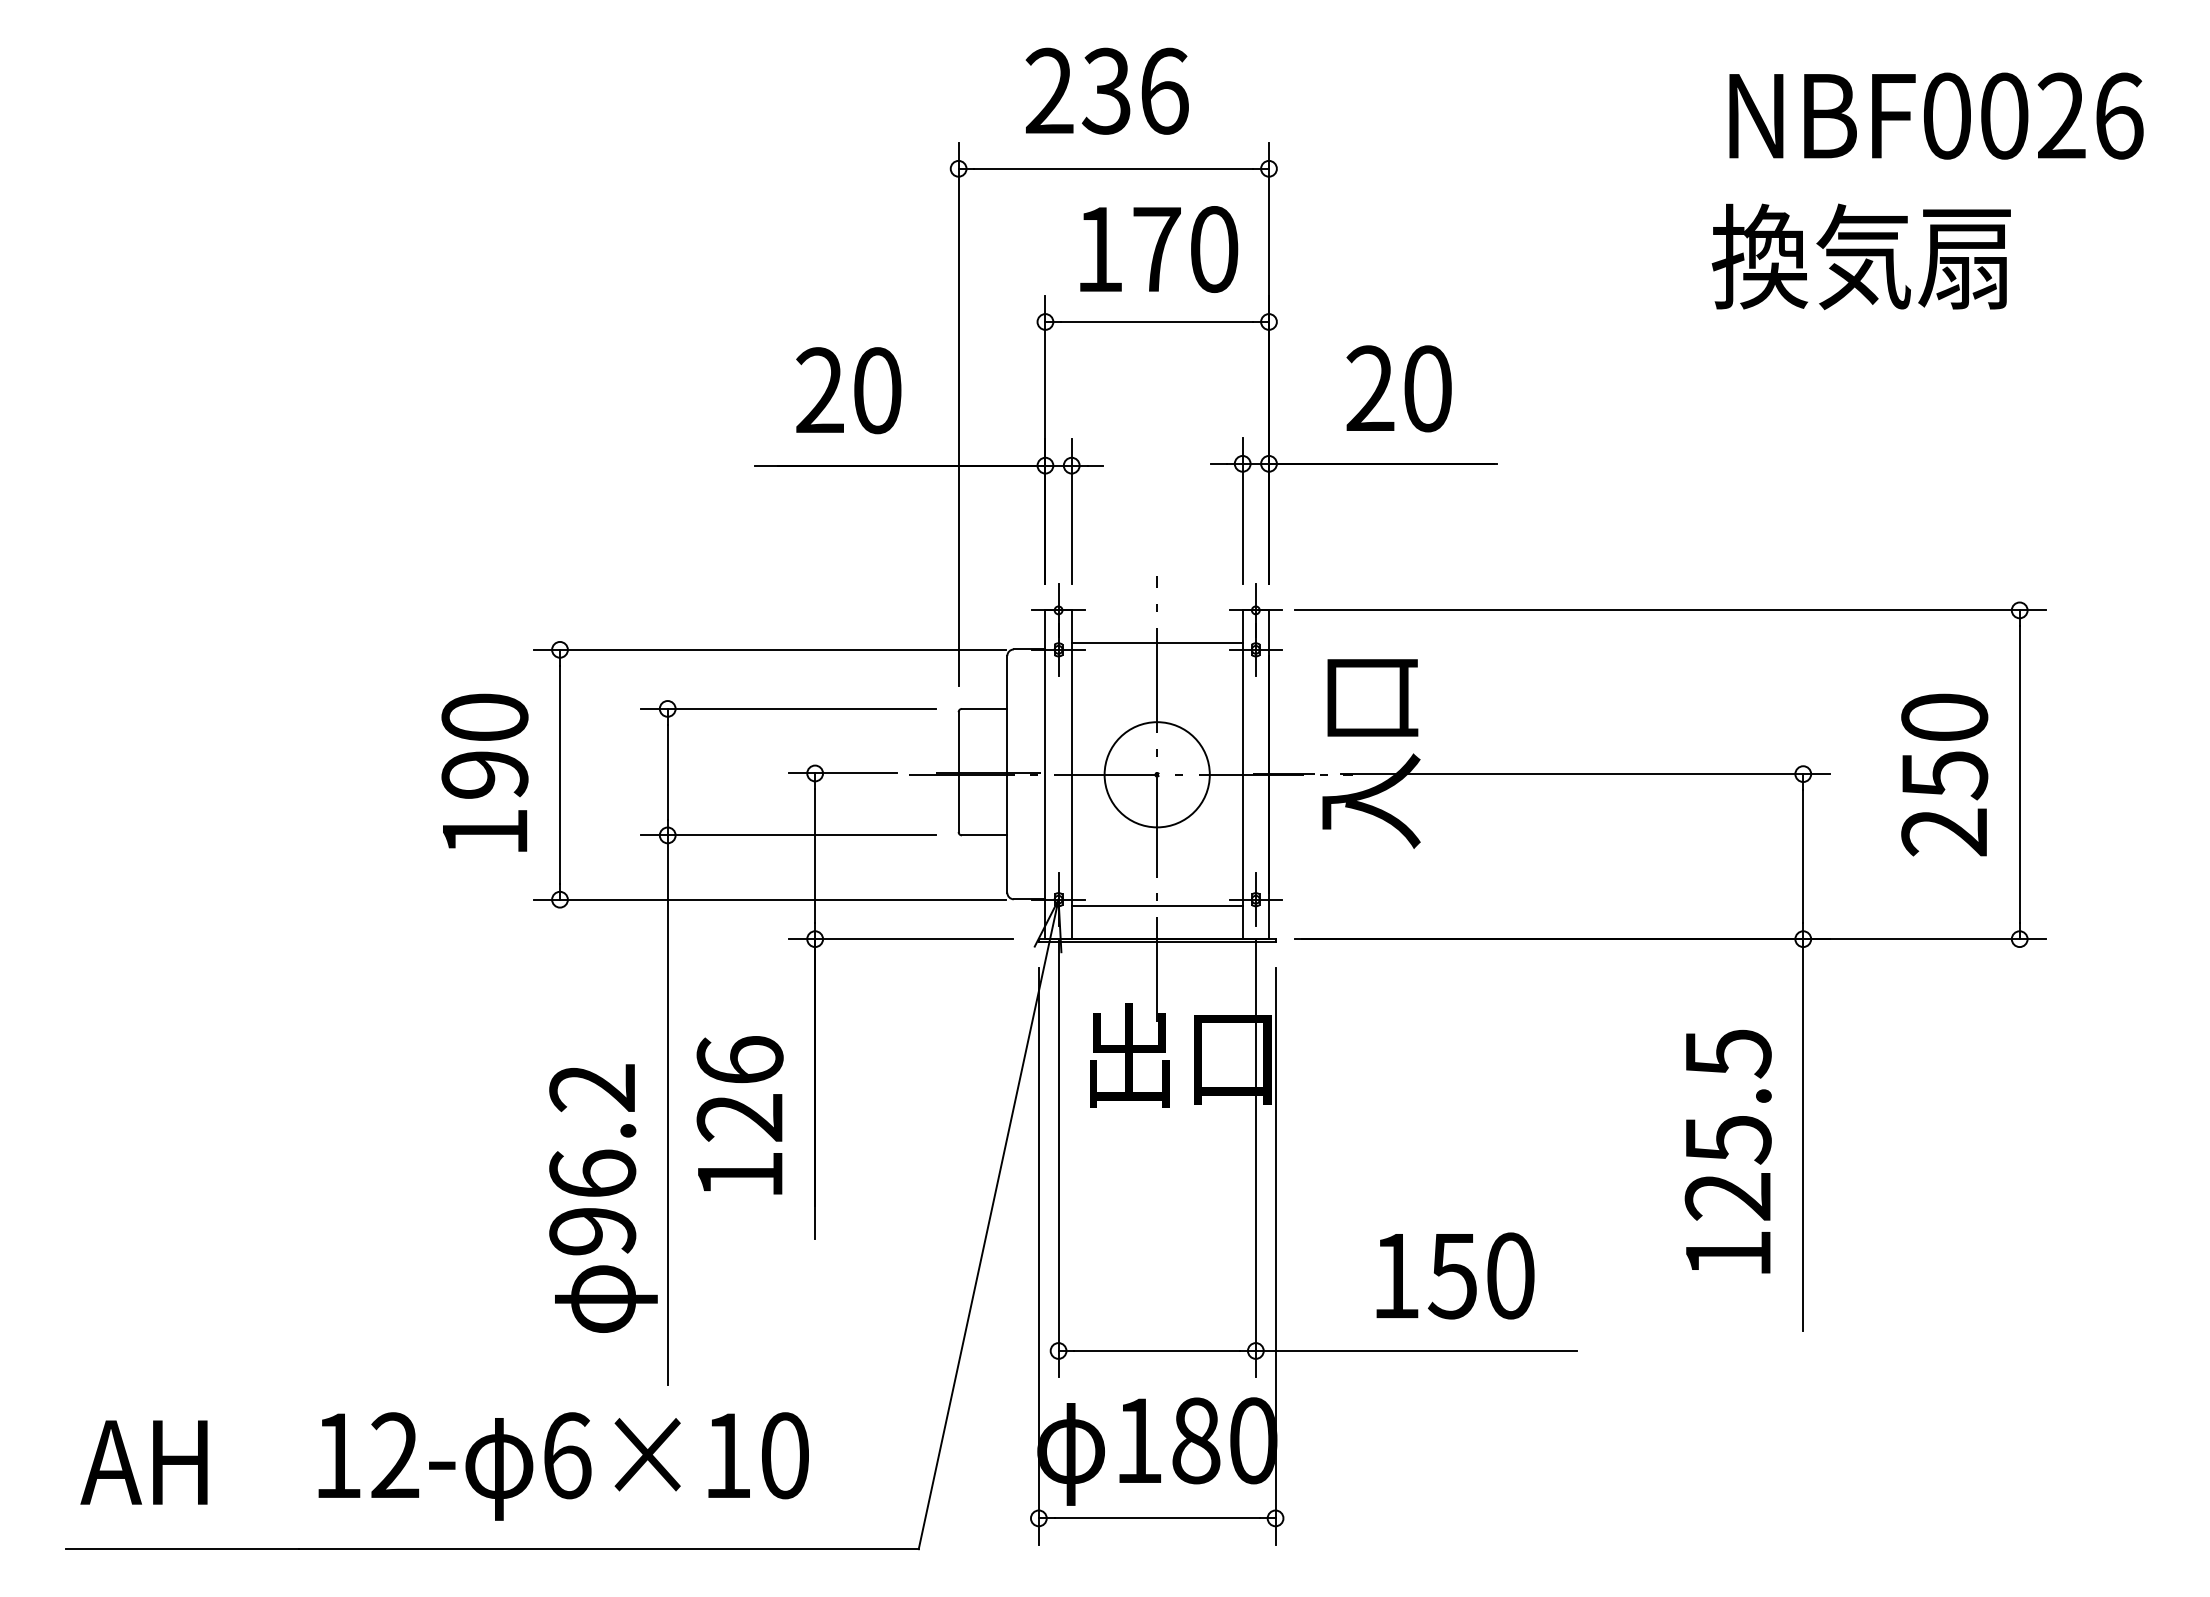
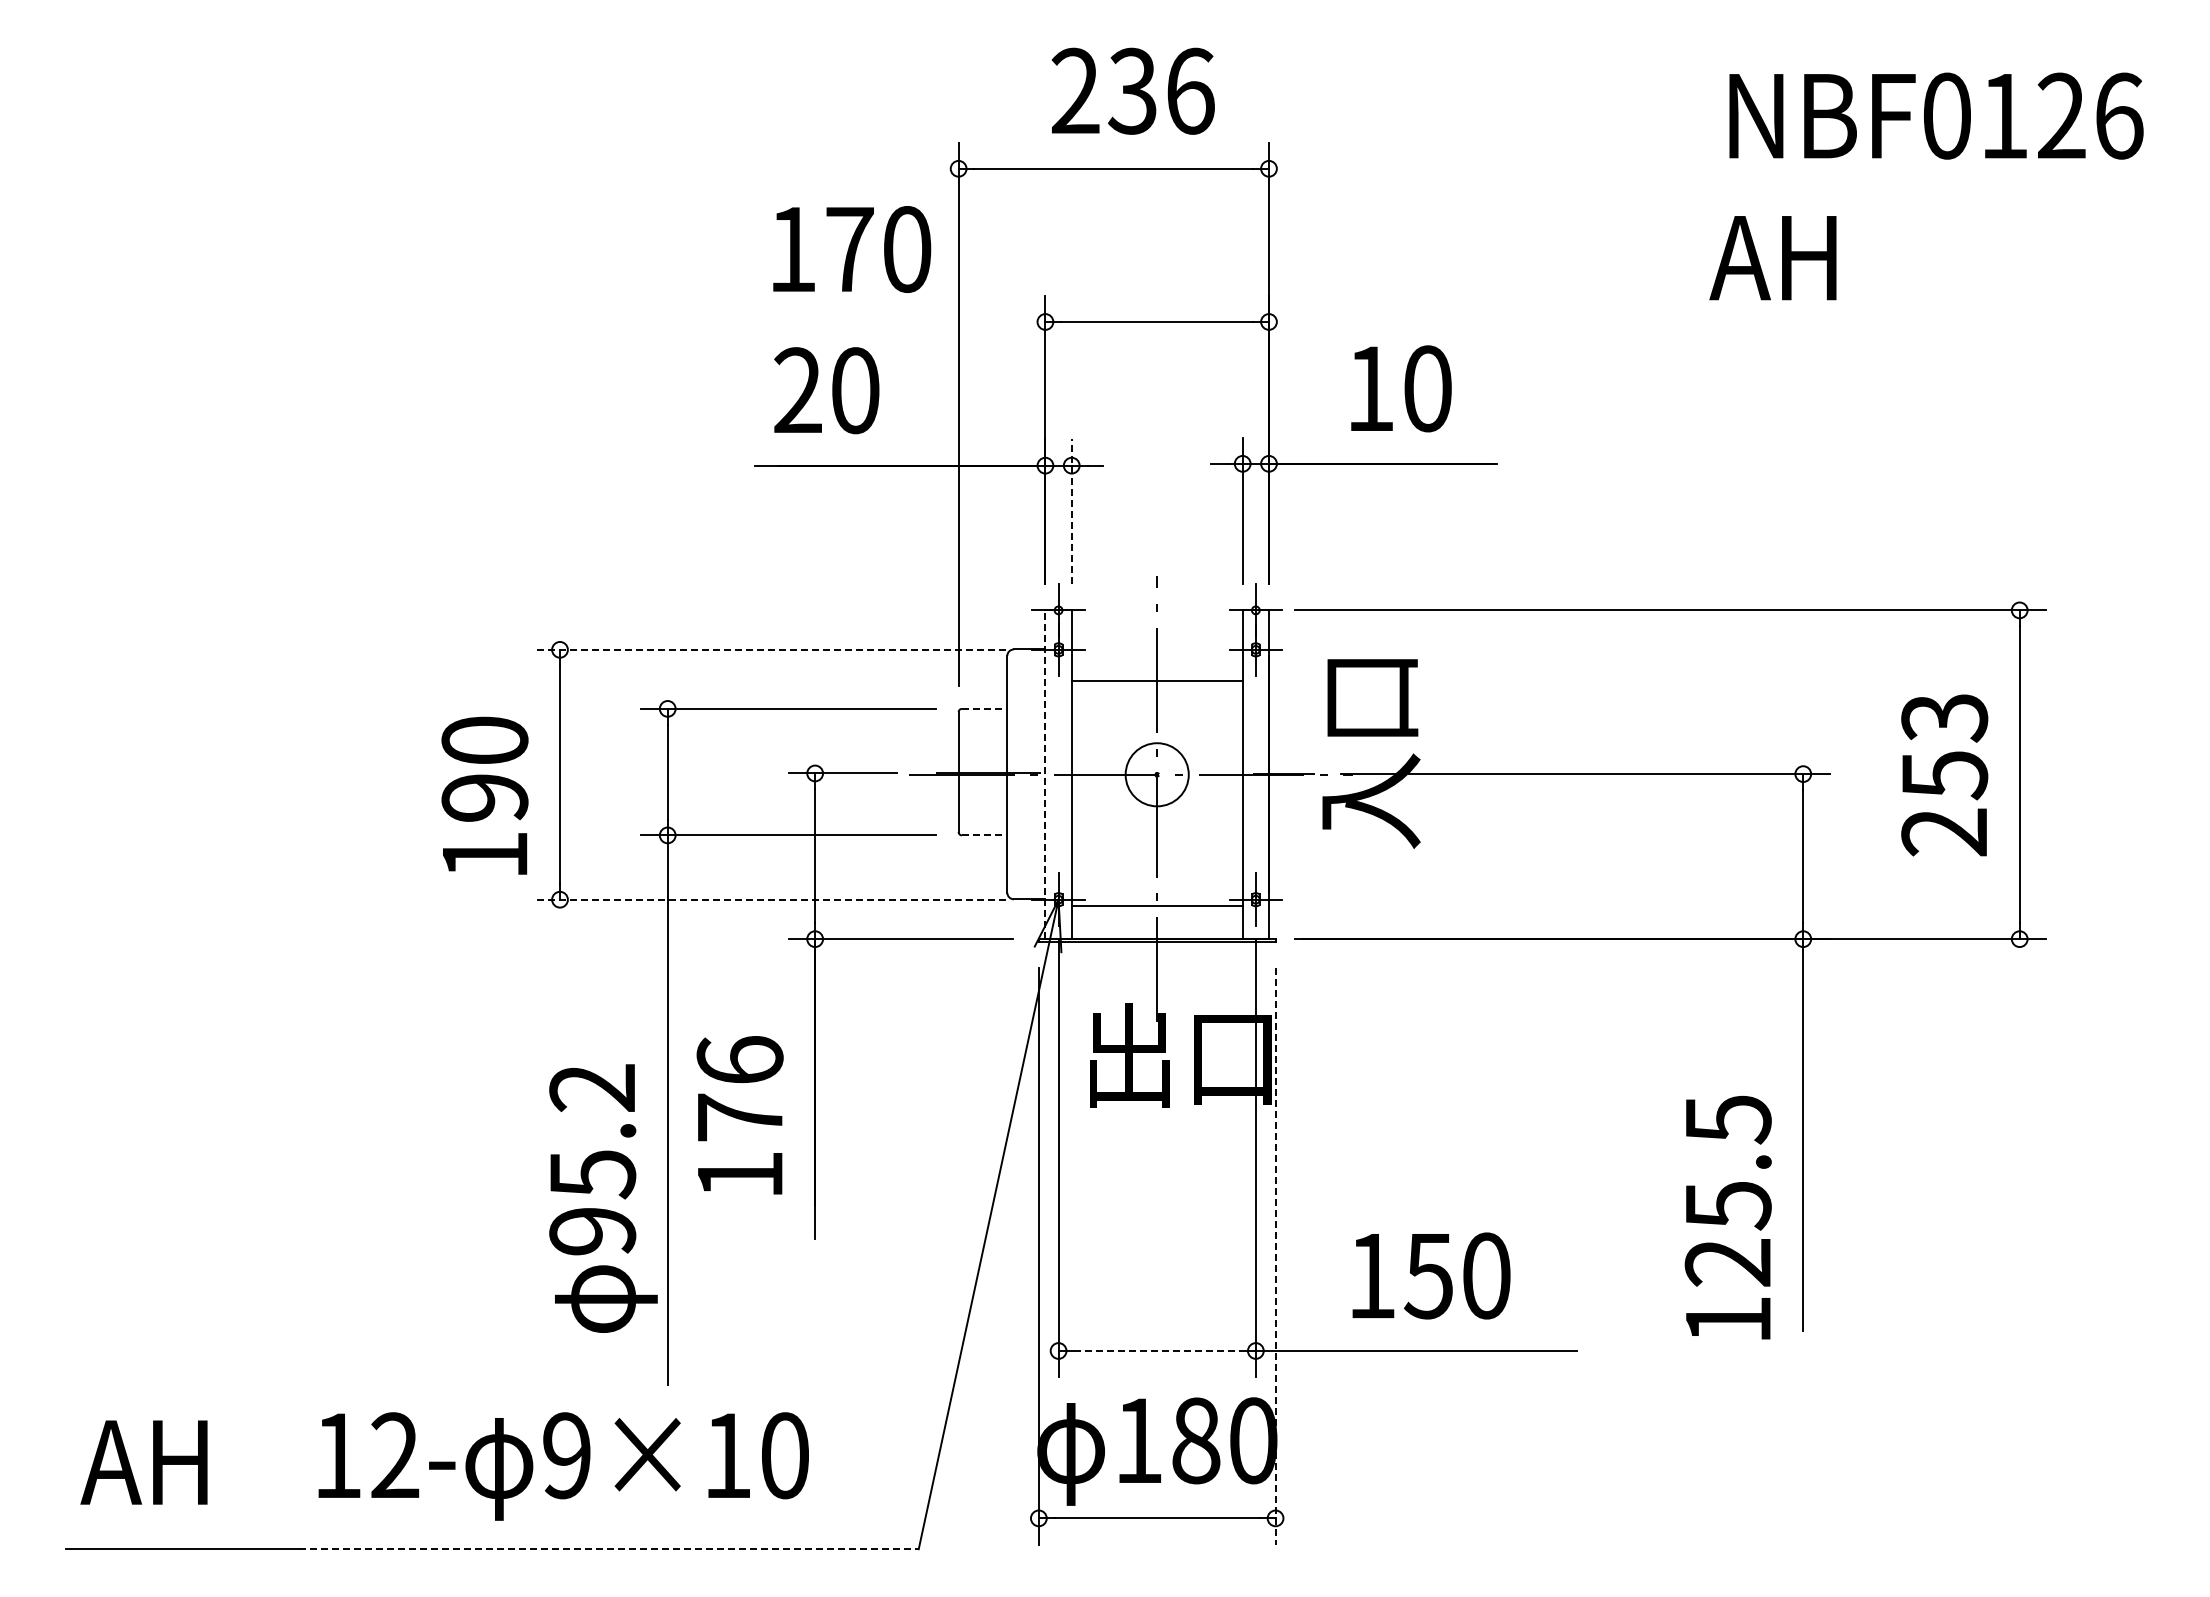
text at (1106, 90) position: (1106, 90) -> (1132, 90)
text at (2004, 115): NBF0026 -> NBF0126
text at (1159, 249) position: (1159, 249) -> (852, 249)
text at (1859, 256): 換気扇 -> AH
text at (1370, 387): 20 -> 10
text at (848, 390) position: (848, 390) -> (826, 390)
line at (1071, 511): solid -> dashed
line at (1156, 643) position: (1156, 643) -> (1156, 681)
line at (769, 649): solid -> dashed
line at (984, 708): solid -> dashed
text at (1944, 717): 250 -> 253
text at (484, 772) position: (484, 772) -> (484, 795)
line at (1045, 774): solid -> dashed
circle at (1156, 774) diameter: 105 px -> 63 px
line at (984, 835): solid -> dashed
line at (769, 899): solid -> dashed
text at (739, 1117): 126 -> 176
text at (1727, 1151) position: (1727, 1151) -> (1727, 1217)
text at (592, 1174): 96.2 -> 95.2
line at (1275, 1256): solid -> dashed
text at (1455, 1275) position: (1455, 1275) -> (1431, 1275)
line at (1157, 1350): solid -> dashed
text at (567, 1455): 6×10 -> 9×10
line at (609, 1549): solid -> dashed
